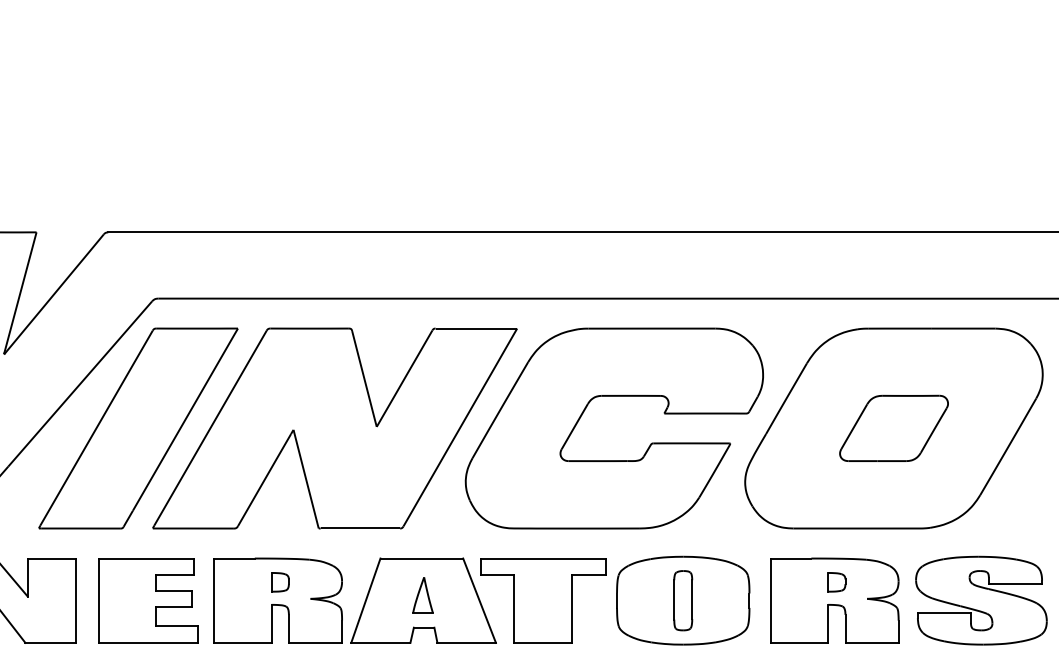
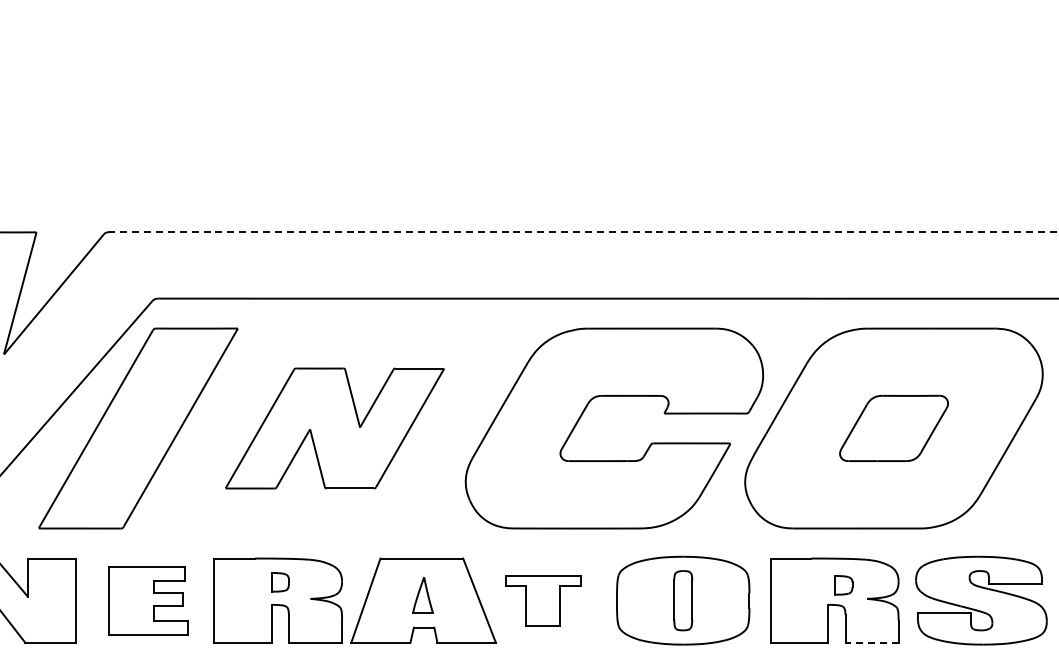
line at (583, 232): solid -> dashed
part at (334, 428) size: 366x203 px -> 220x123 px
part at (836, 582) position: (836, 582) -> (843, 585)
part at (148, 600) size: 101x86 px -> 81x70 px
part at (543, 600) size: 127x86 px -> 77x52 px
line at (872, 642): solid -> dashed
